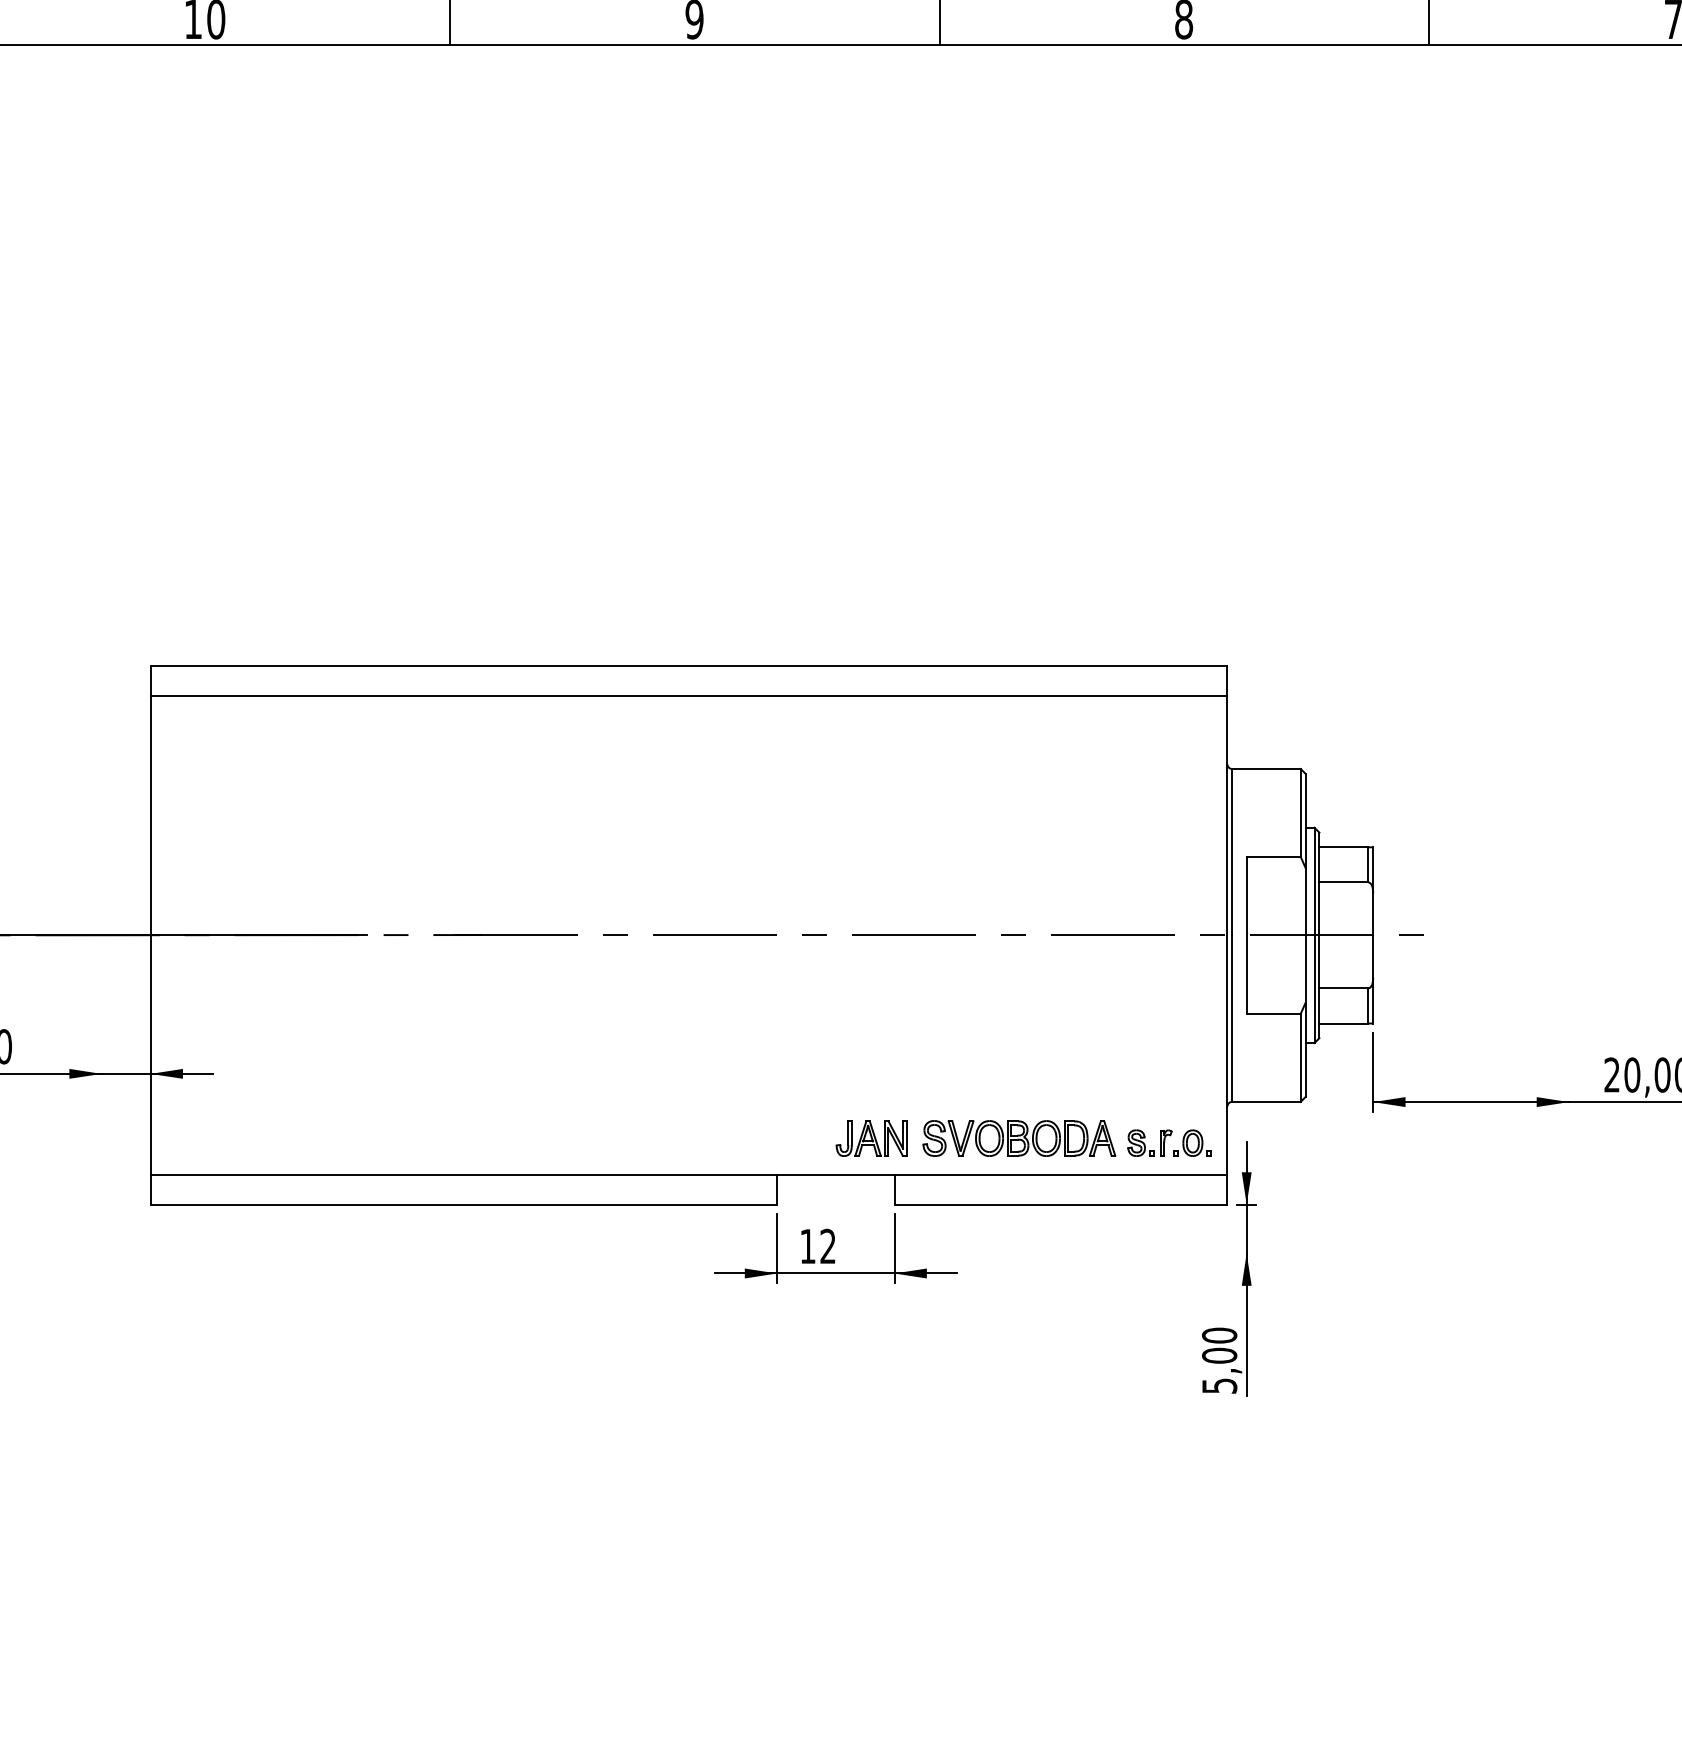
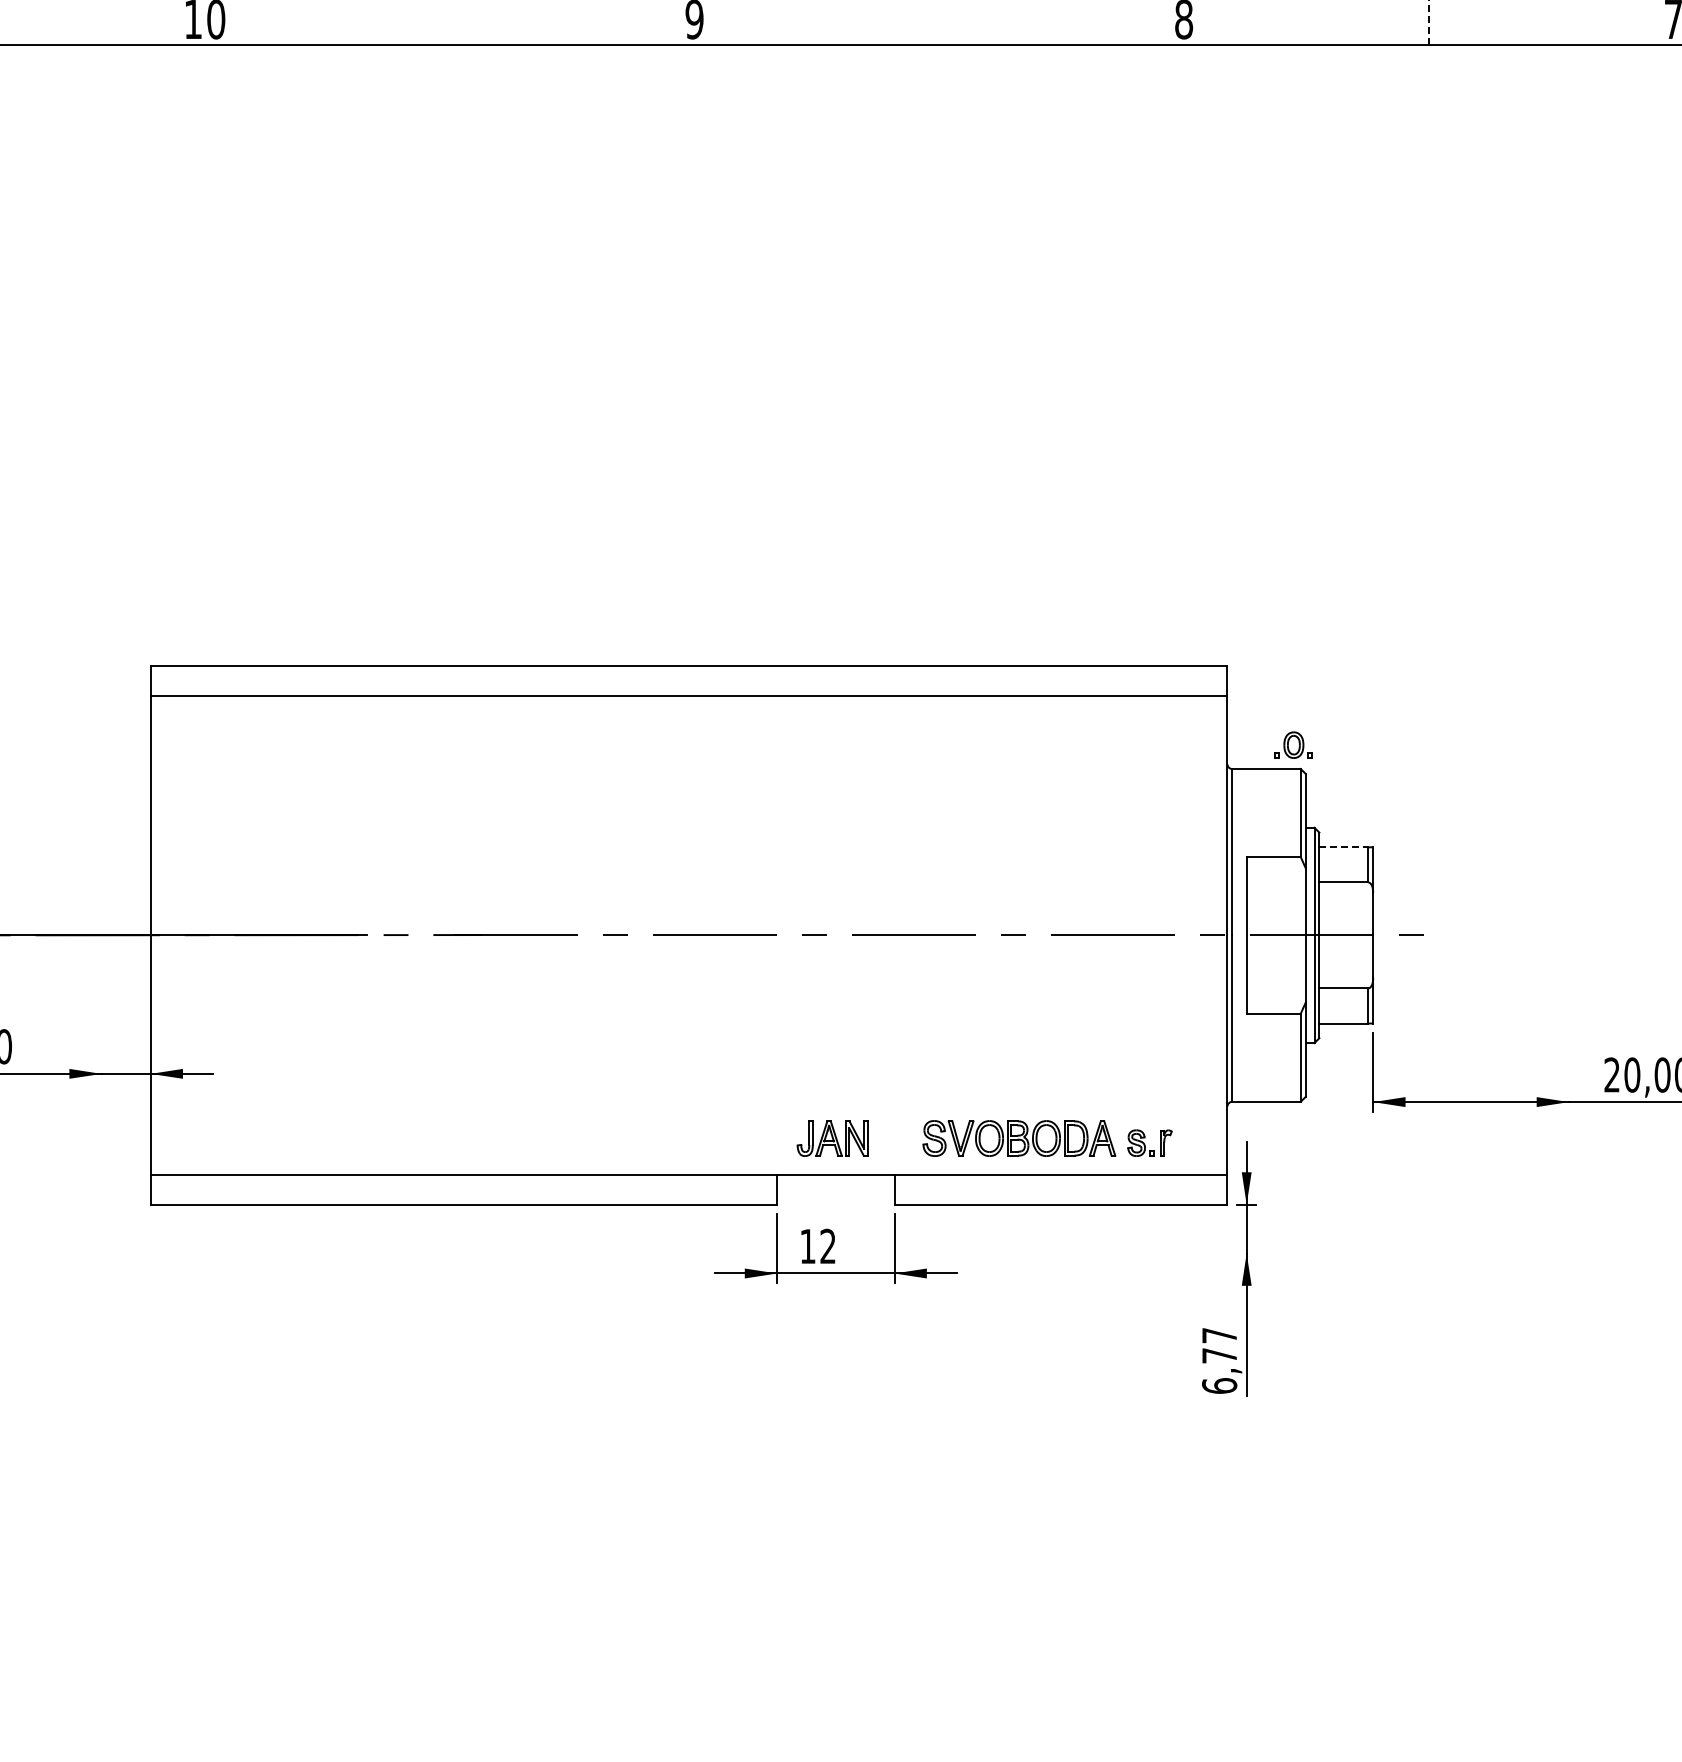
line at (1429, 22): solid -> dashed
line at (450, 23): present -> none
line at (939, 23): present -> none
line at (1344, 847): solid -> dashed
part at (871, 1138) position: (871, 1138) -> (832, 1138)
part at (1192, 1142) position: (1192, 1142) -> (1293, 744)
text at (1219, 1360): 5,00 -> 6,77
